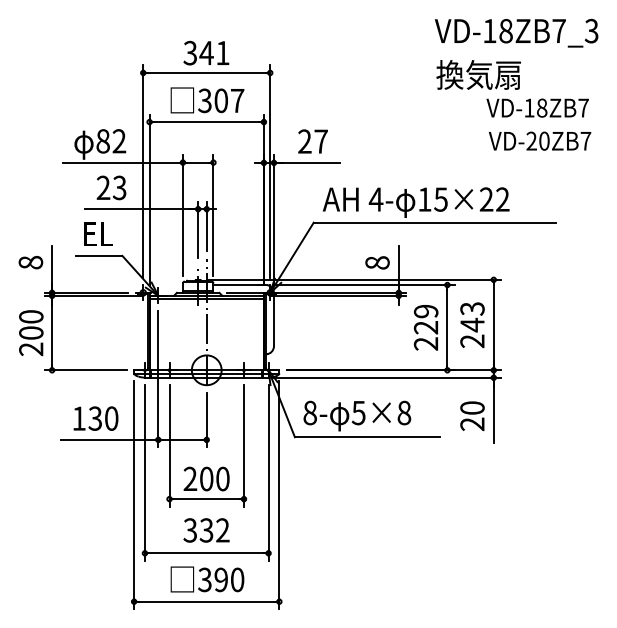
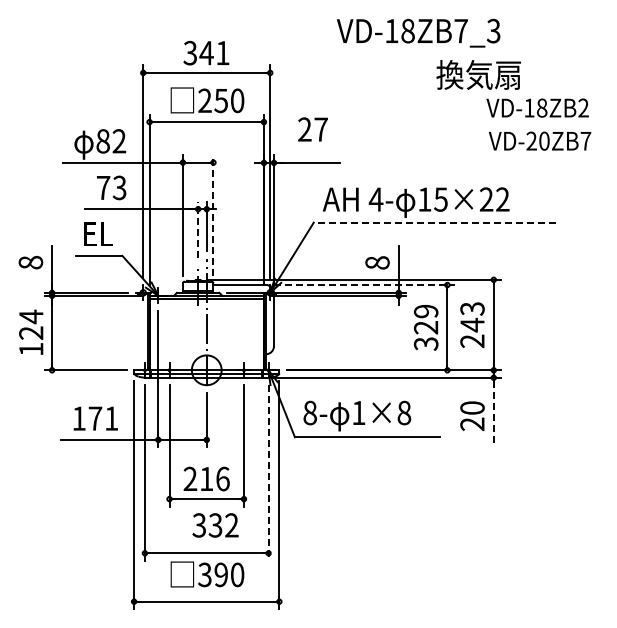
text at (516, 32) position: (516, 32) -> (418, 32)
text at (221, 100): 307 -> 250
text at (583, 107): VD-18ZB7 -> VD-18ZB2
text at (312, 141) position: (312, 141) -> (312, 129)
text at (103, 187): 23 -> 73
line at (213, 215): solid -> dashed
line at (434, 222): solid -> dashed
line at (198, 229): solid -> dashed
line at (364, 285): solid -> dashed
text at (31, 332): 200 -> 124
text at (426, 343): 229 -> 329
line at (493, 410): solid -> dashed
text at (358, 413): 5×8 -> 1×8
text at (103, 418): 130 -> 171
line at (268, 472): solid -> dashed
text at (214, 478): 200 -> 216
text at (206, 530) position: (206, 530) -> (215, 525)
text at (207, 579) position: (207, 579) -> (207, 574)
